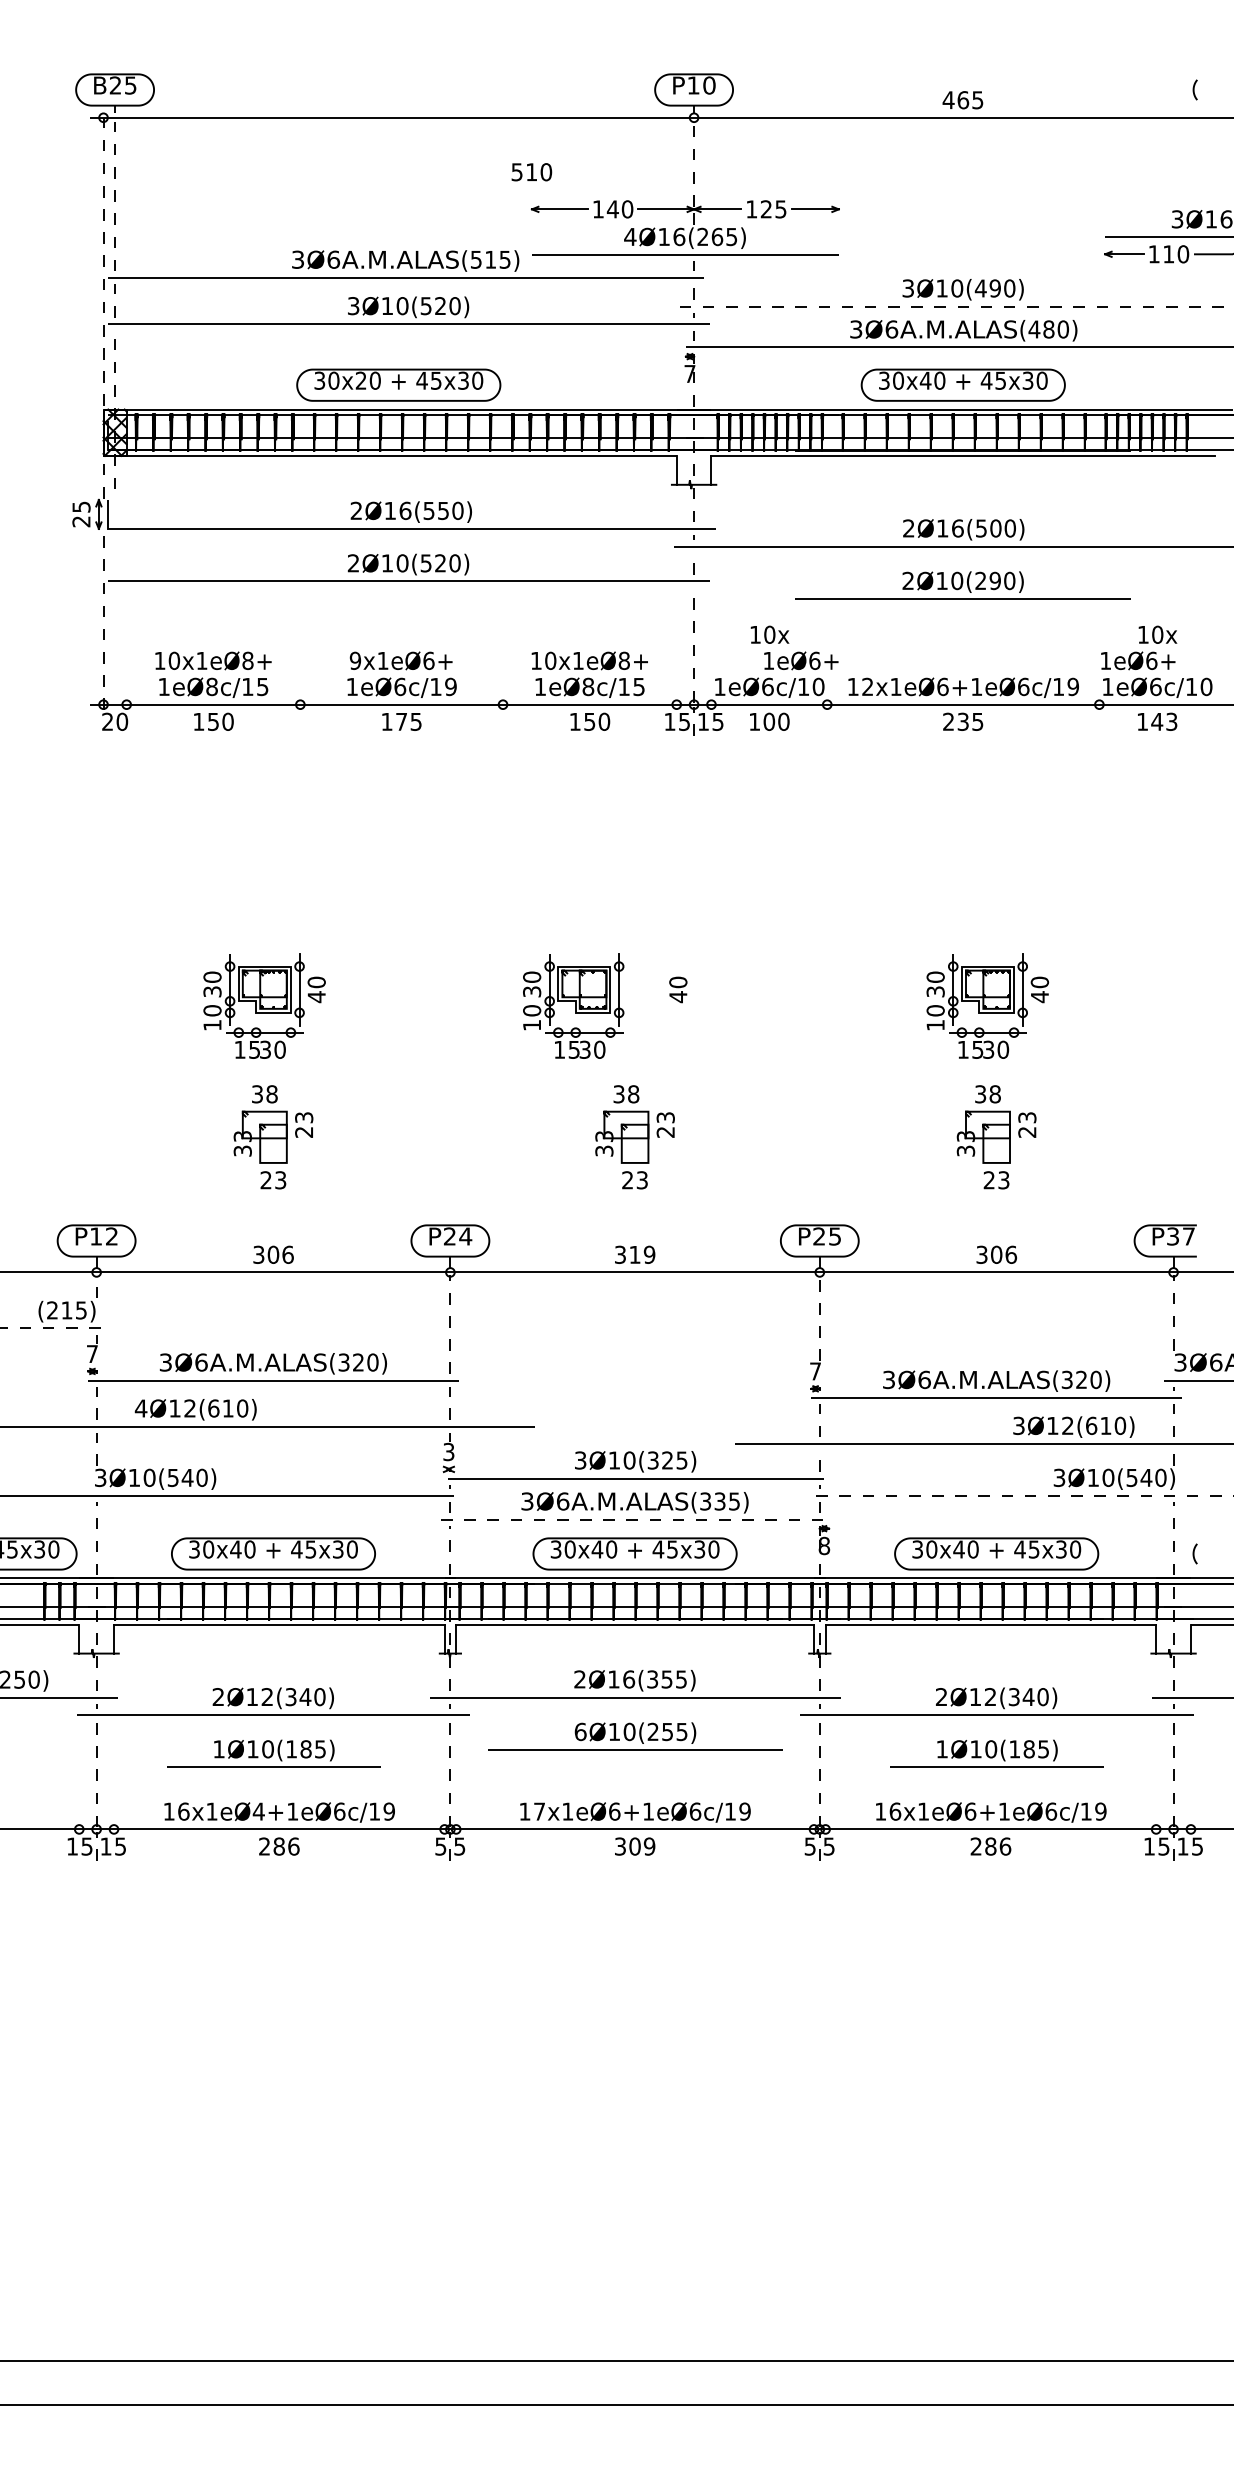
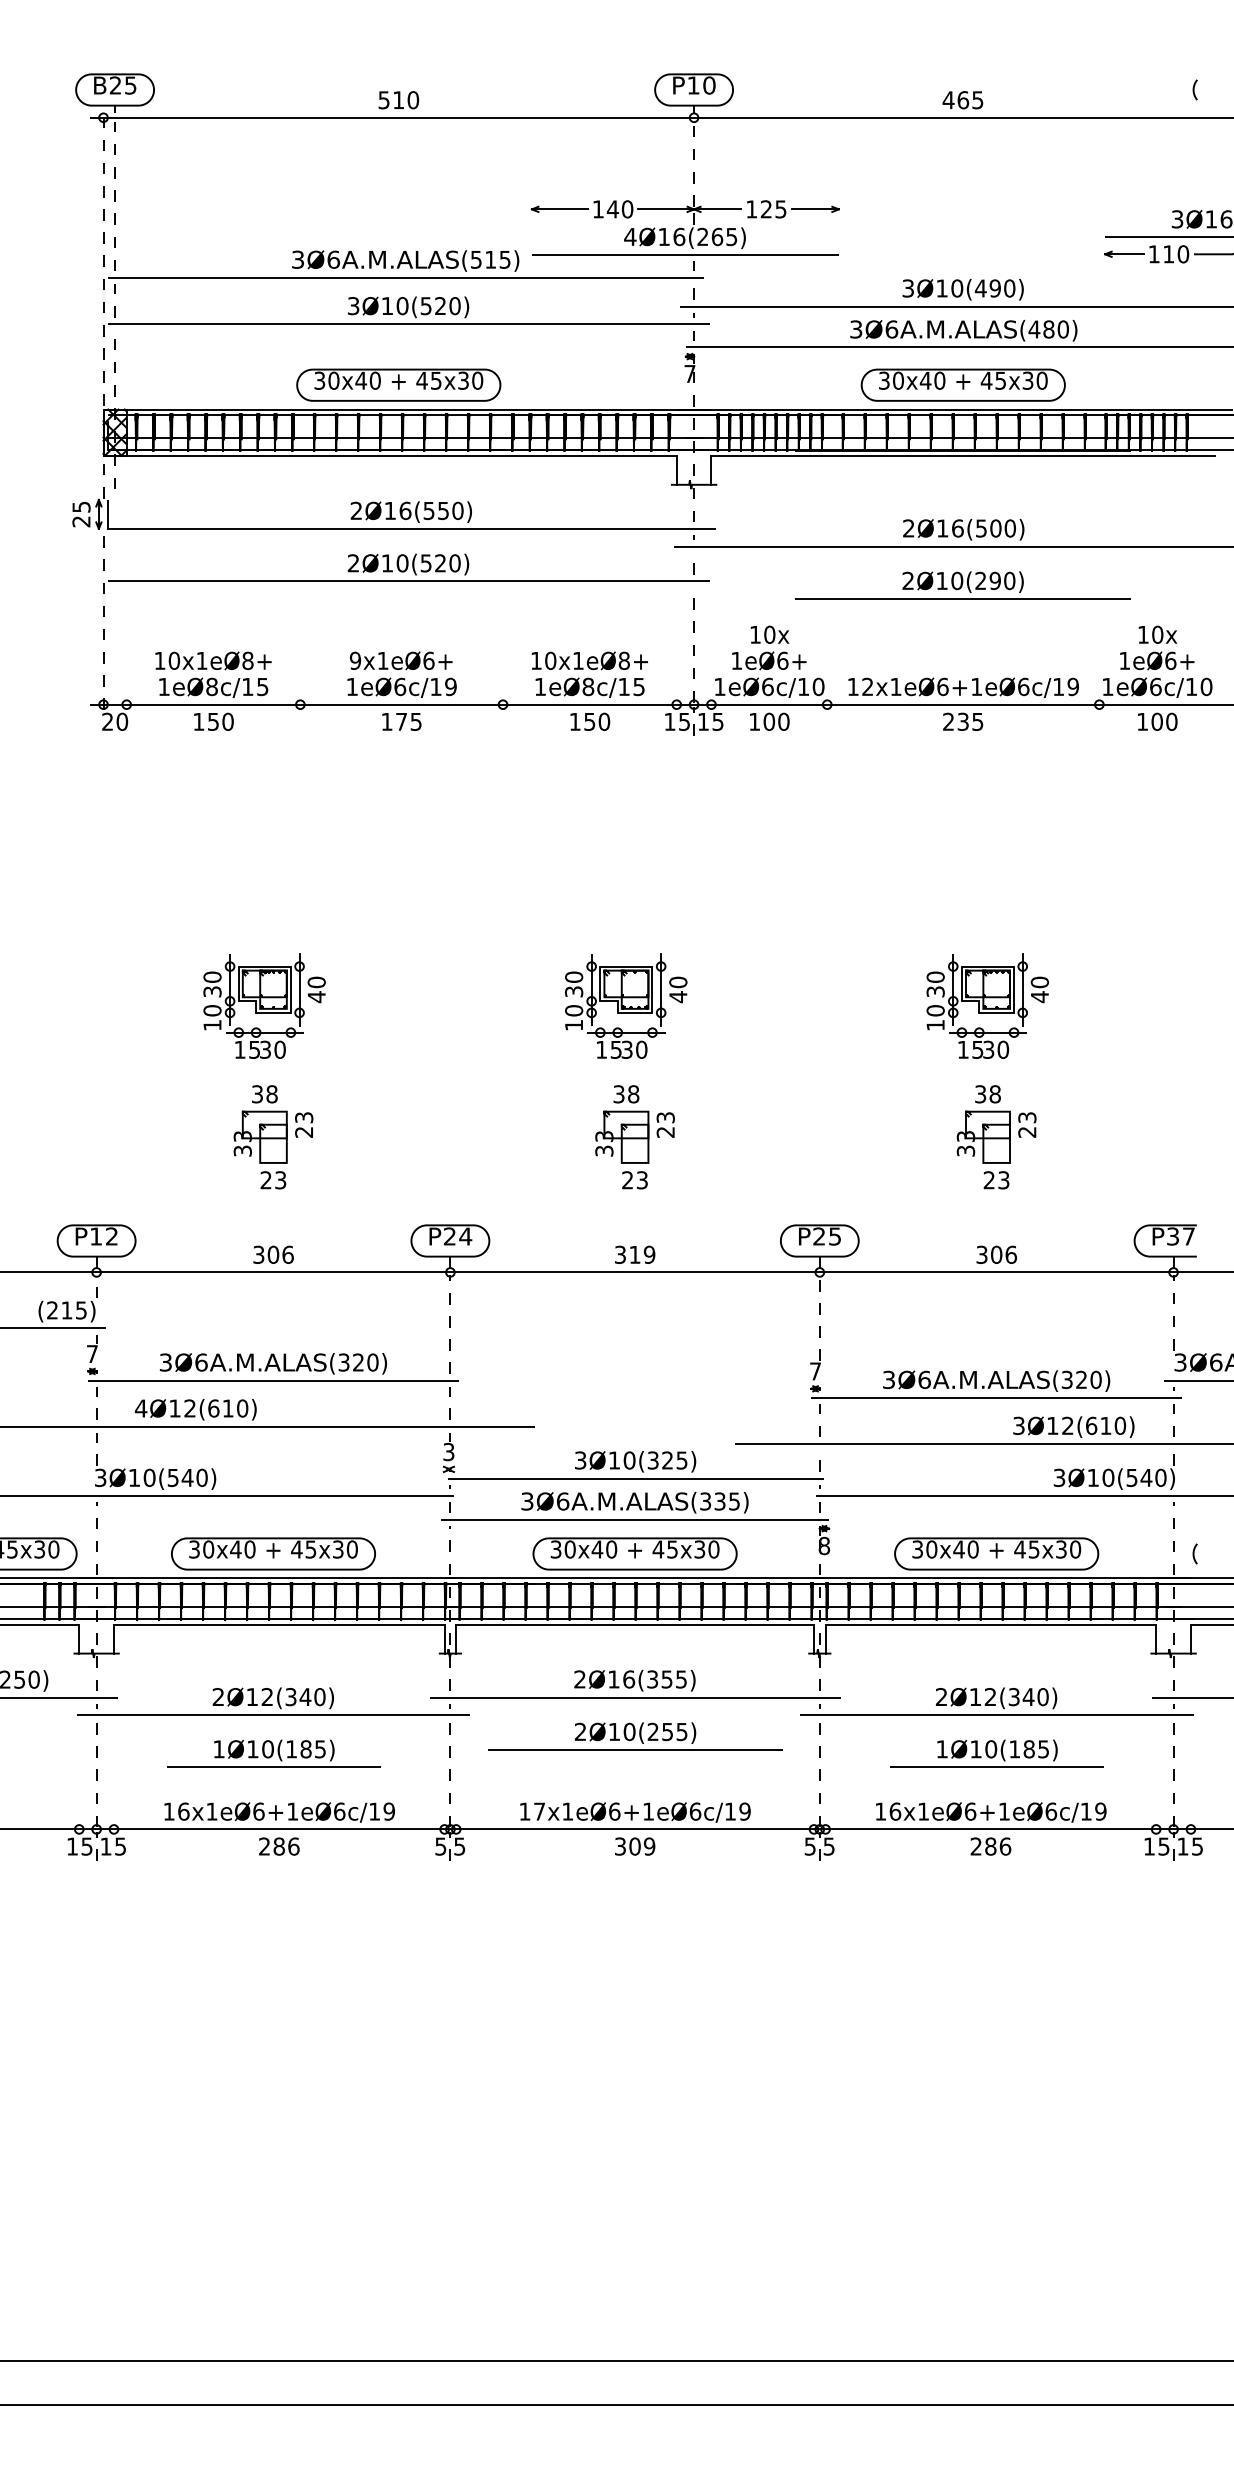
text at (531, 172) position: (531, 172) -> (398, 100)
line at (956, 306): dashed -> solid
text at (360, 380): 30x20 -> 30x40
text at (801, 660) position: (801, 660) -> (769, 660)
text at (1138, 660) position: (1138, 660) -> (1157, 660)
text at (1164, 721): 143 -> 100
part at (573, 1005) position: (573, 1005) -> (615, 1005)
line at (53, 1328): dashed -> solid
line at (1025, 1495): dashed -> solid
line at (635, 1519): dashed -> solid
text at (580, 1731): 6Ø10 -> 2Ø10
text at (258, 1811): 16x1eØ4+1eØ6c/19 -> 16x1eØ6+1eØ6c/19
